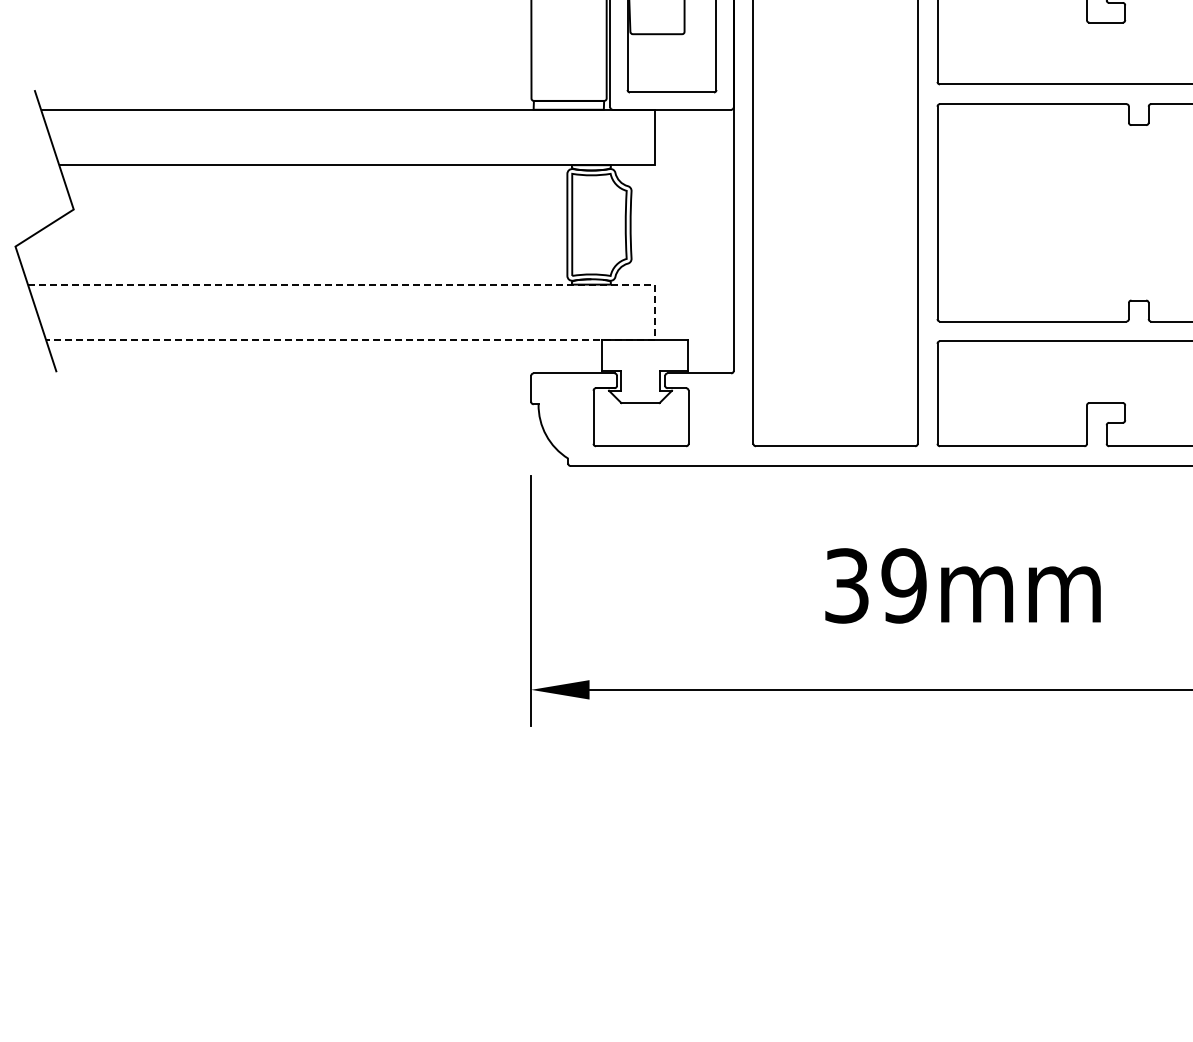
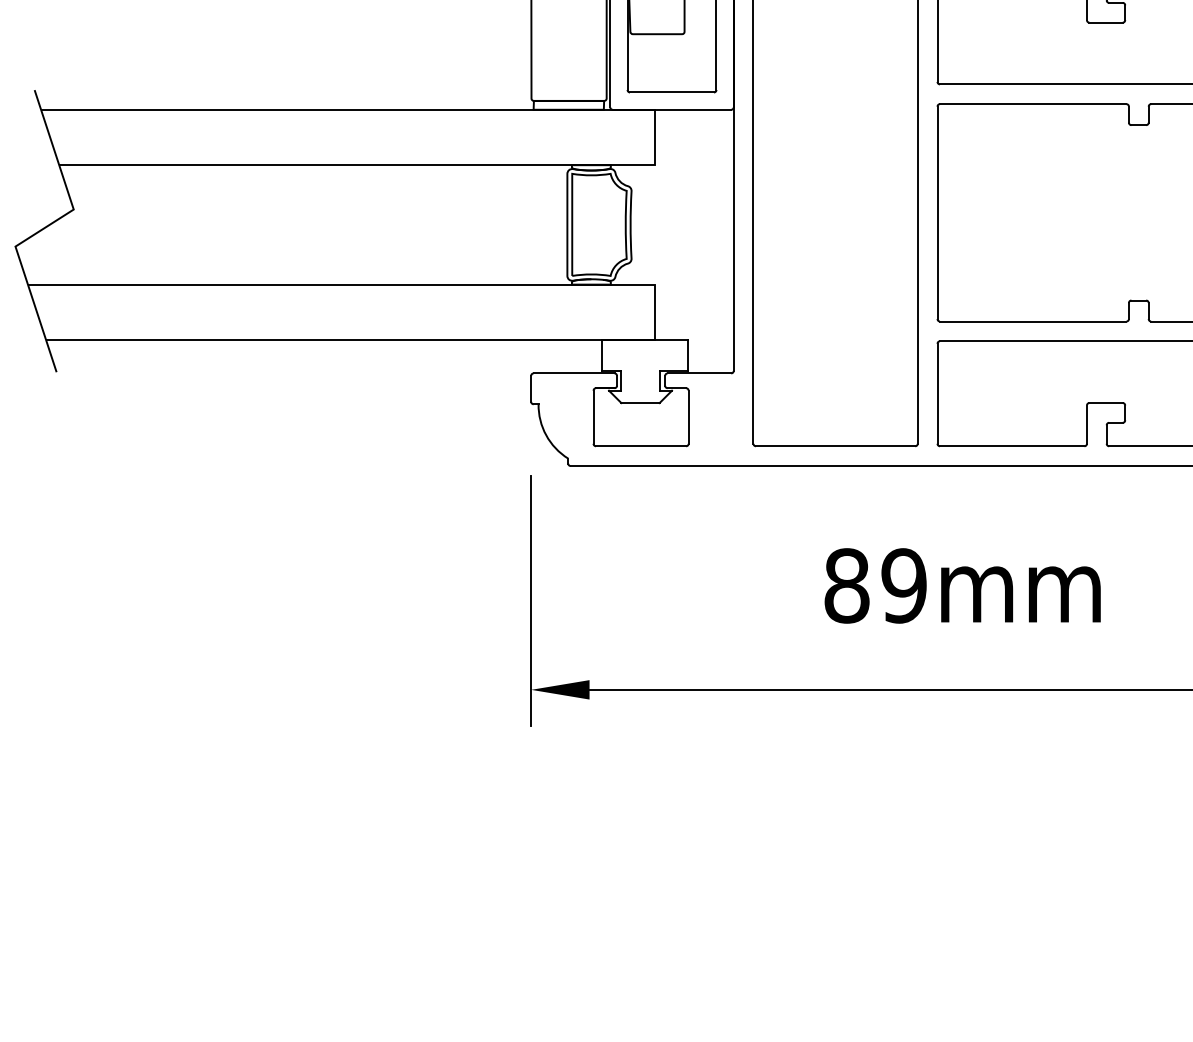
line at (654, 303): dashed -> solid
text at (846, 585): 39mm -> 89mm
